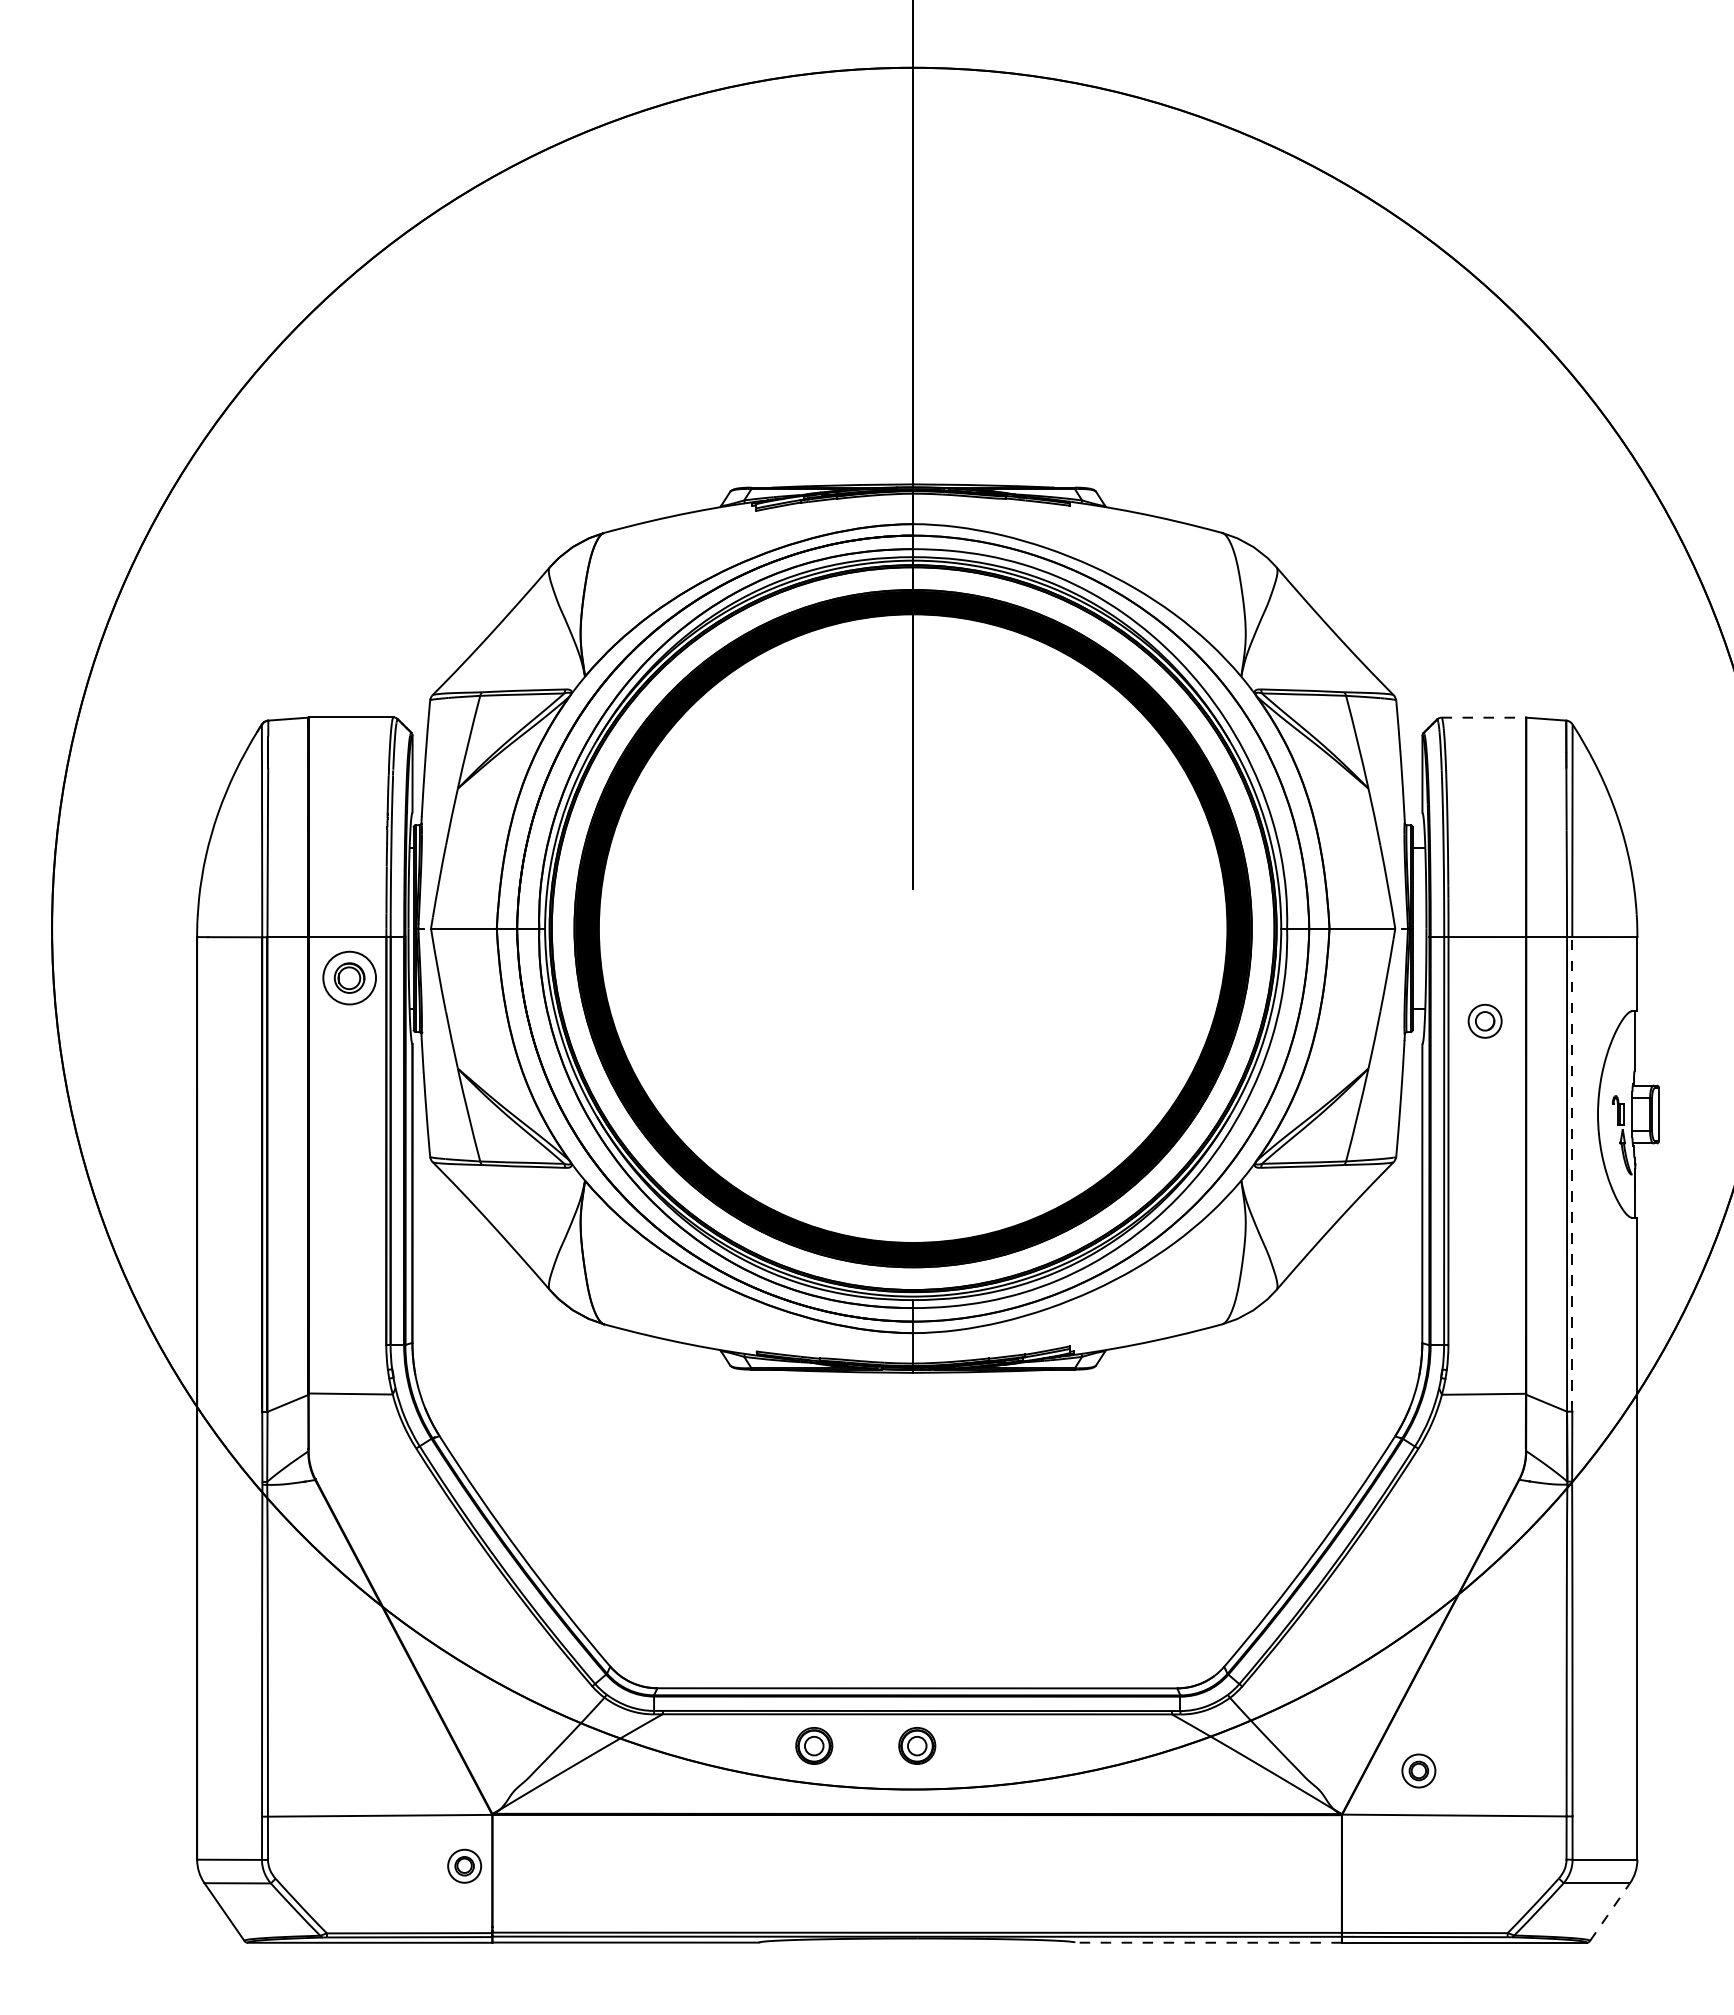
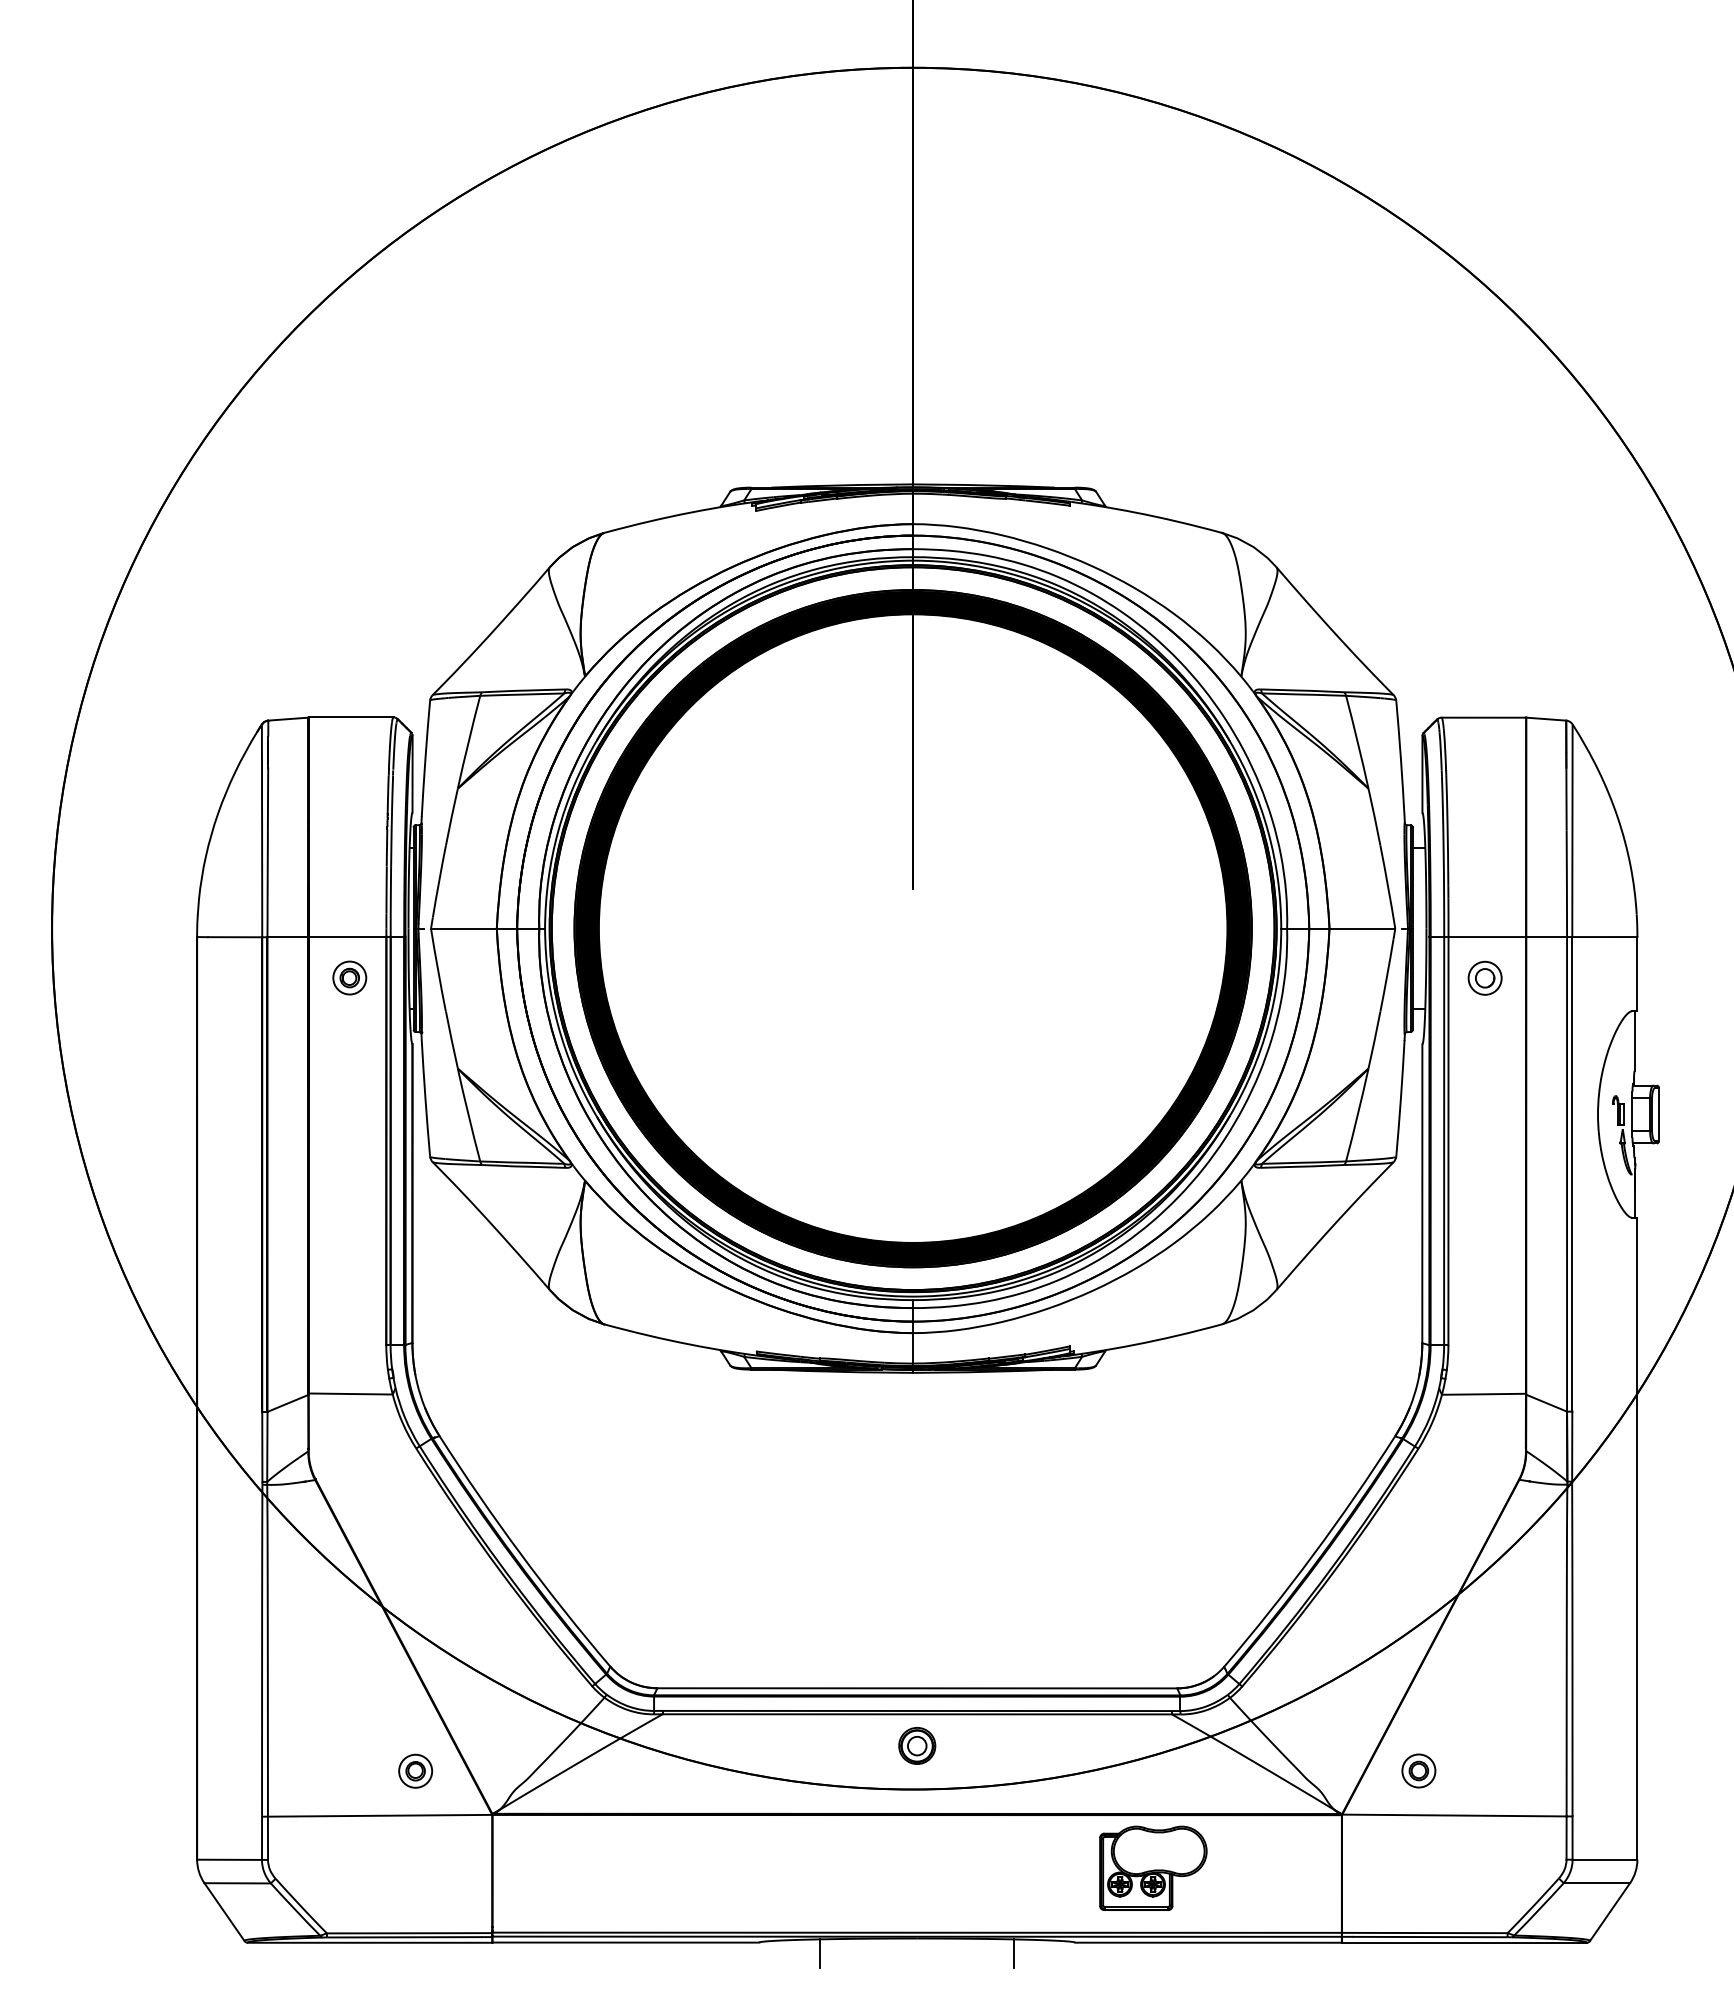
line at (1484, 717): dashed -> solid
part at (349, 977) size: 55x56 px -> 36x36 px
part at (1484, 1020) position: (1484, 1020) -> (1484, 977)
line at (1572, 1173): dashed -> solid
part at (814, 1745): present -> none
part at (464, 1865) position: (464, 1865) -> (415, 1770)
part at (1153, 1867): none -> present
line at (1610, 1911): dashed -> solid
line at (1208, 1942): dashed -> solid
line at (820, 1953): none -> present
line at (1014, 1953): none -> present
